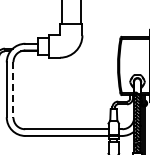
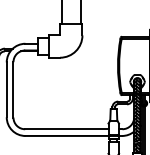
hatch at (137, 85): none -> present
line at (13, 89): dashed -> solid
